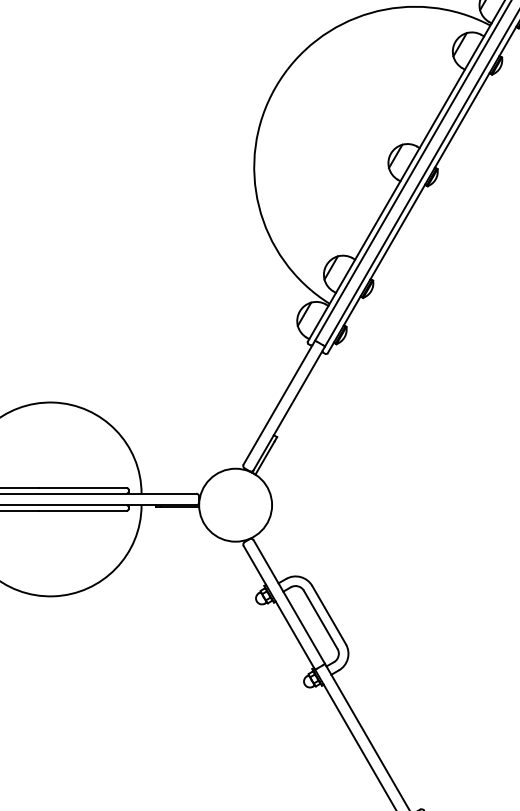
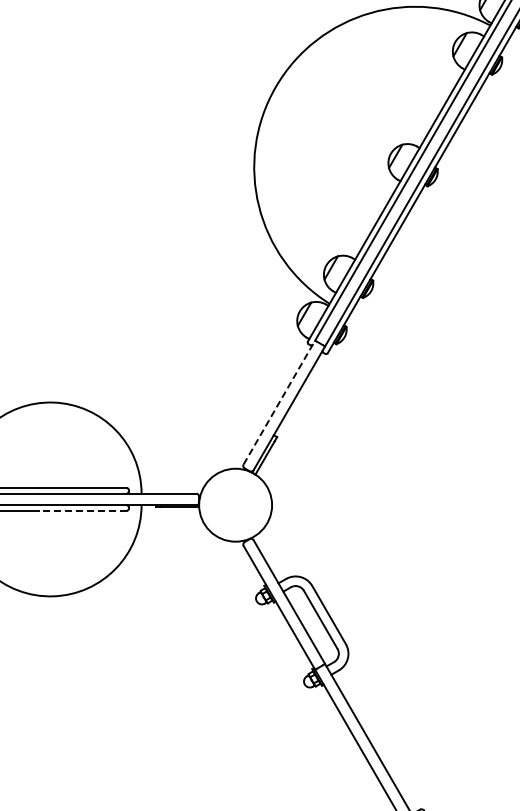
line at (279, 402): solid -> dashed
line at (82, 510): solid -> dashed
